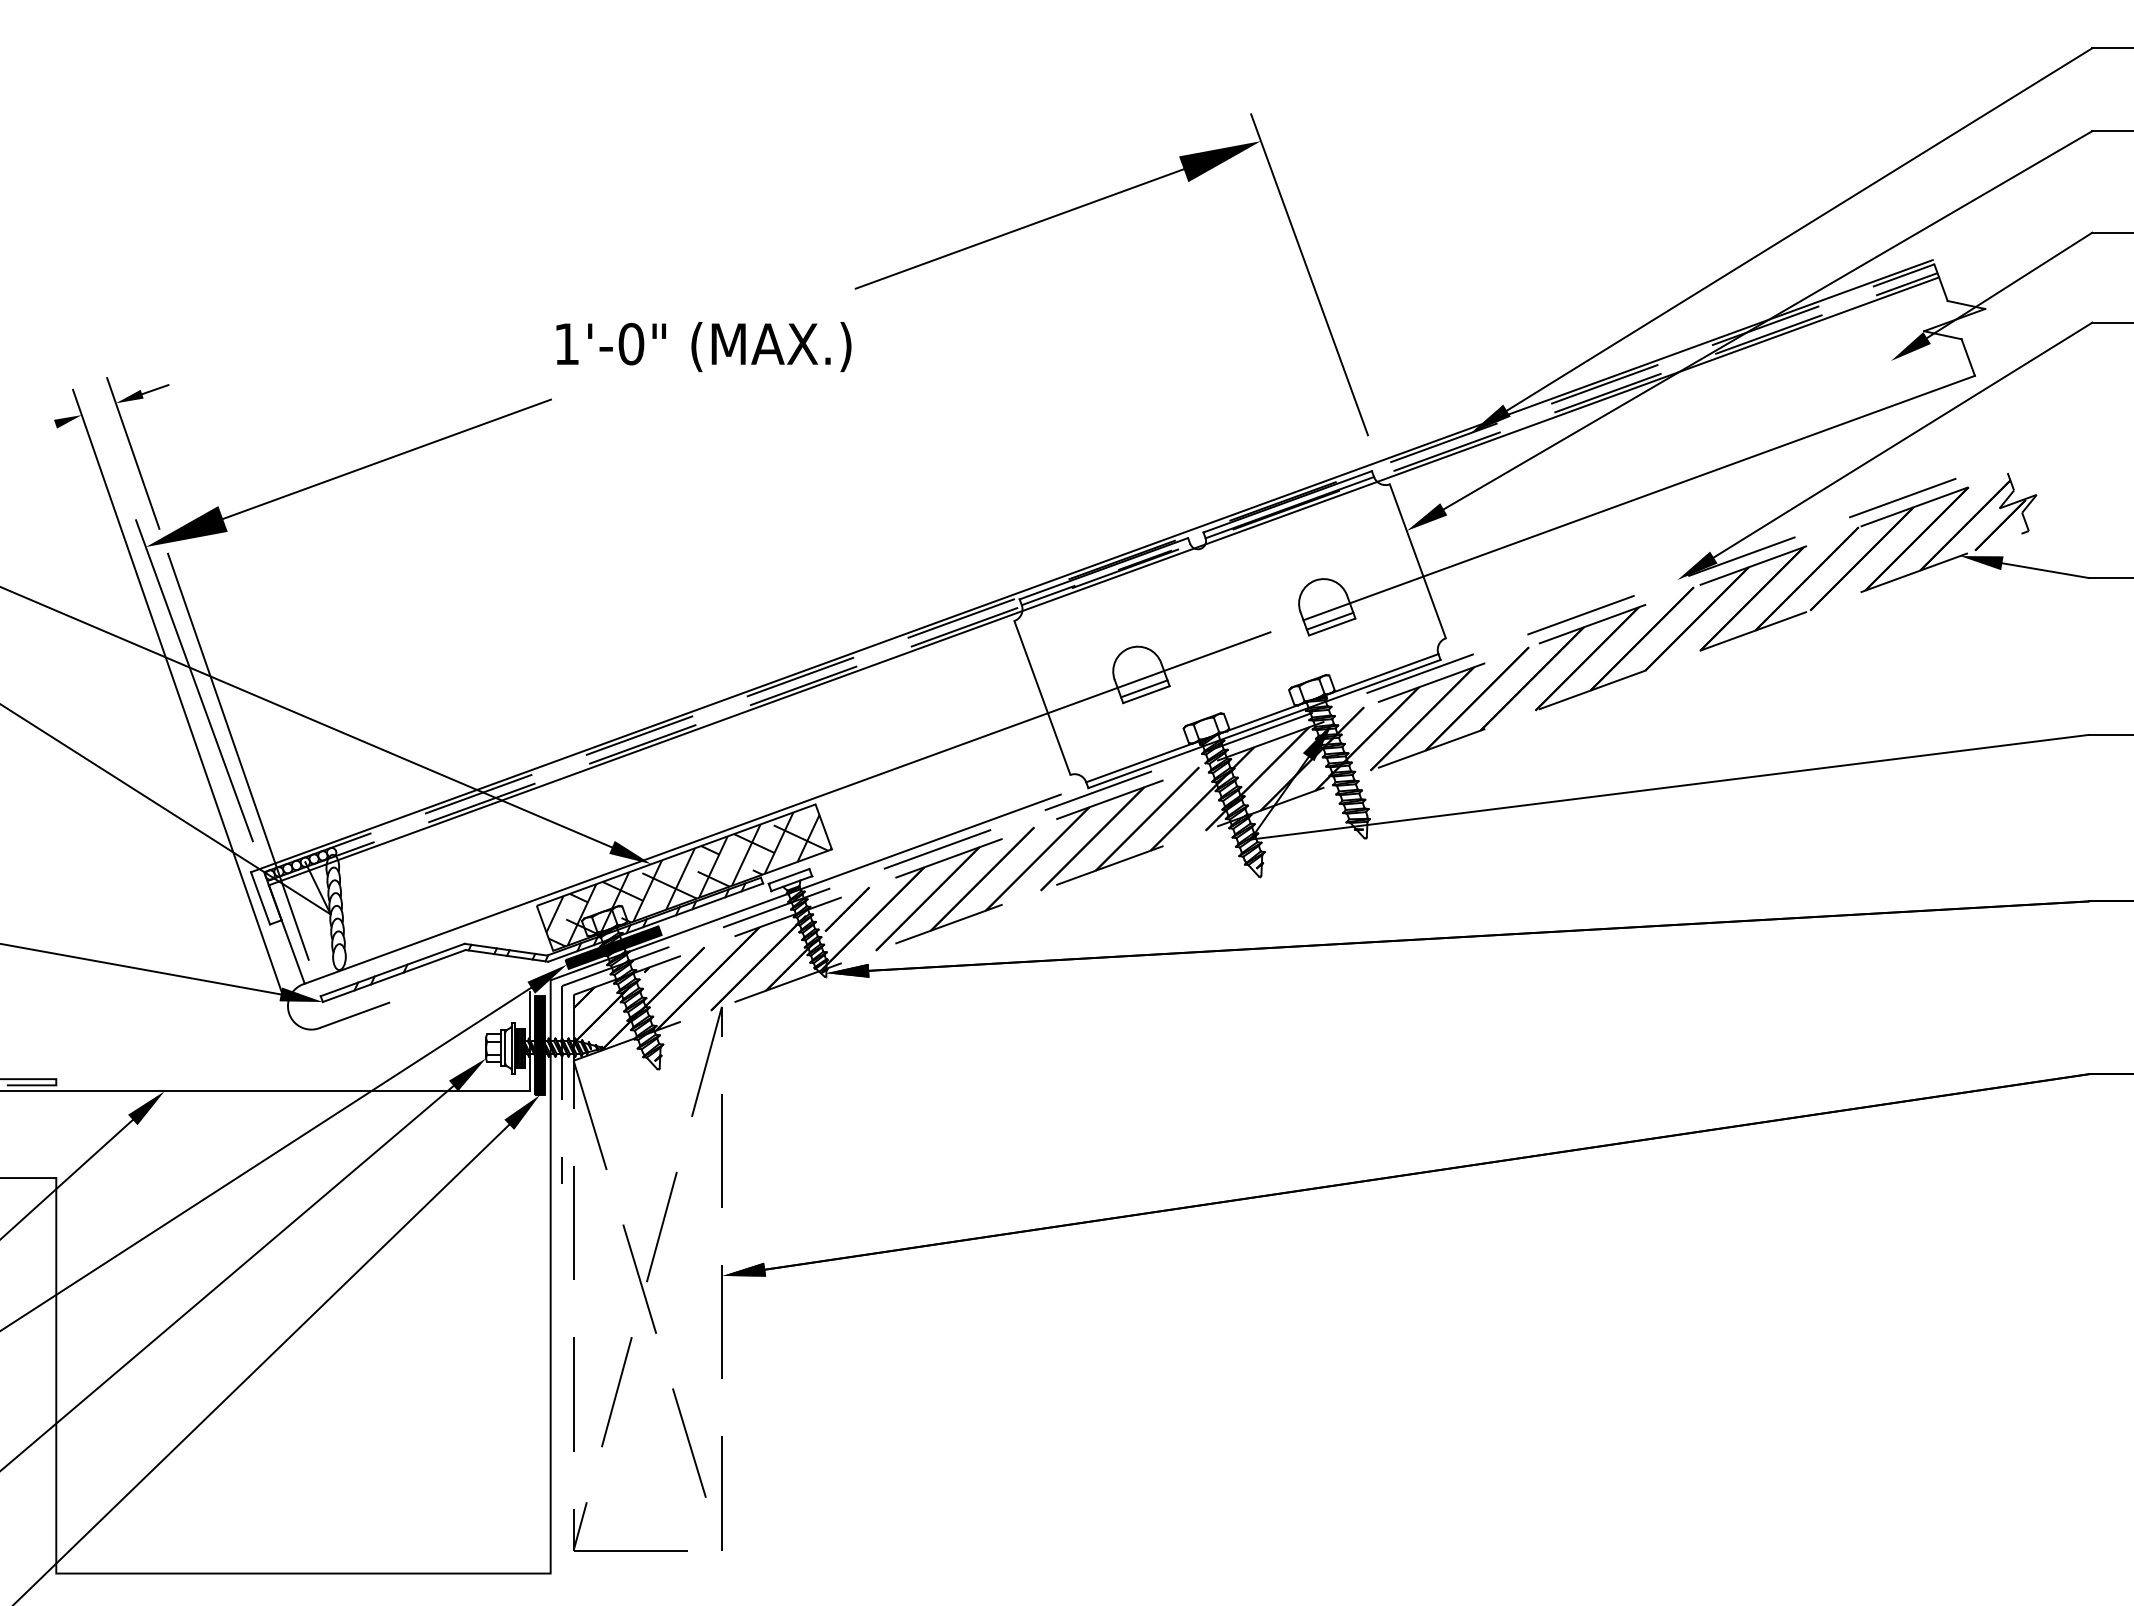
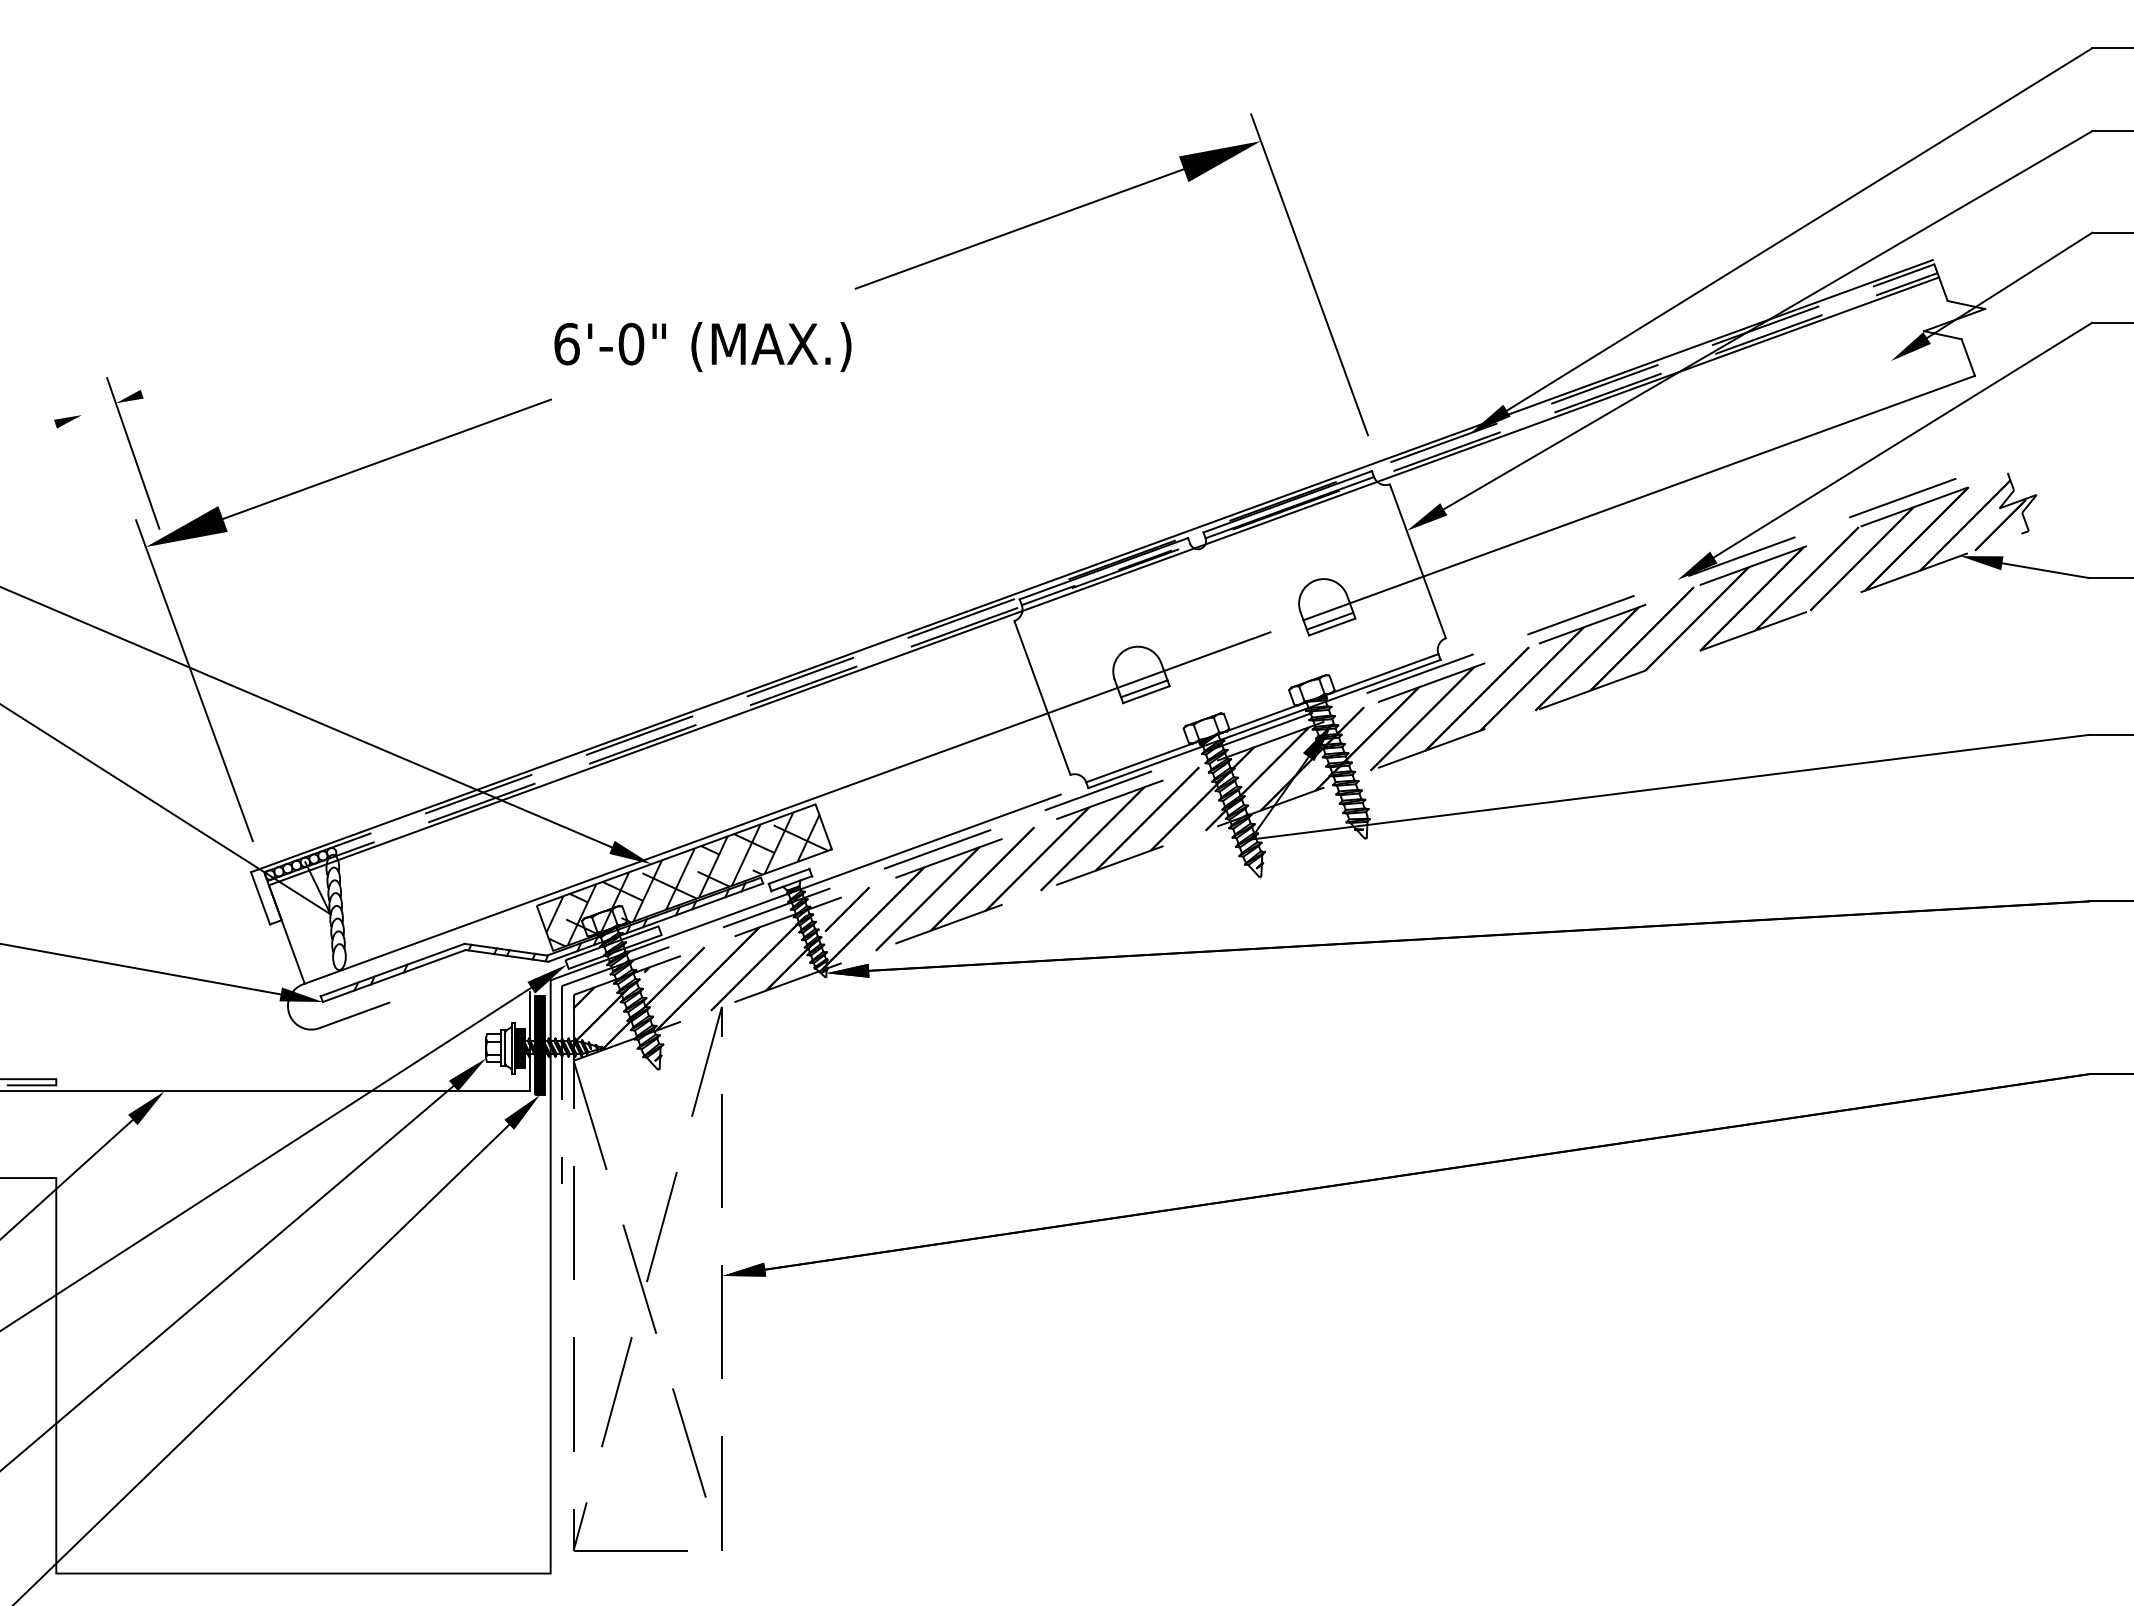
text at (566, 343): 1'-0" -> 6'-0"
line at (155, 389): present -> none
line at (177, 690): present -> none
line at (238, 756): present -> none
fill at (613, 947): present -> none
